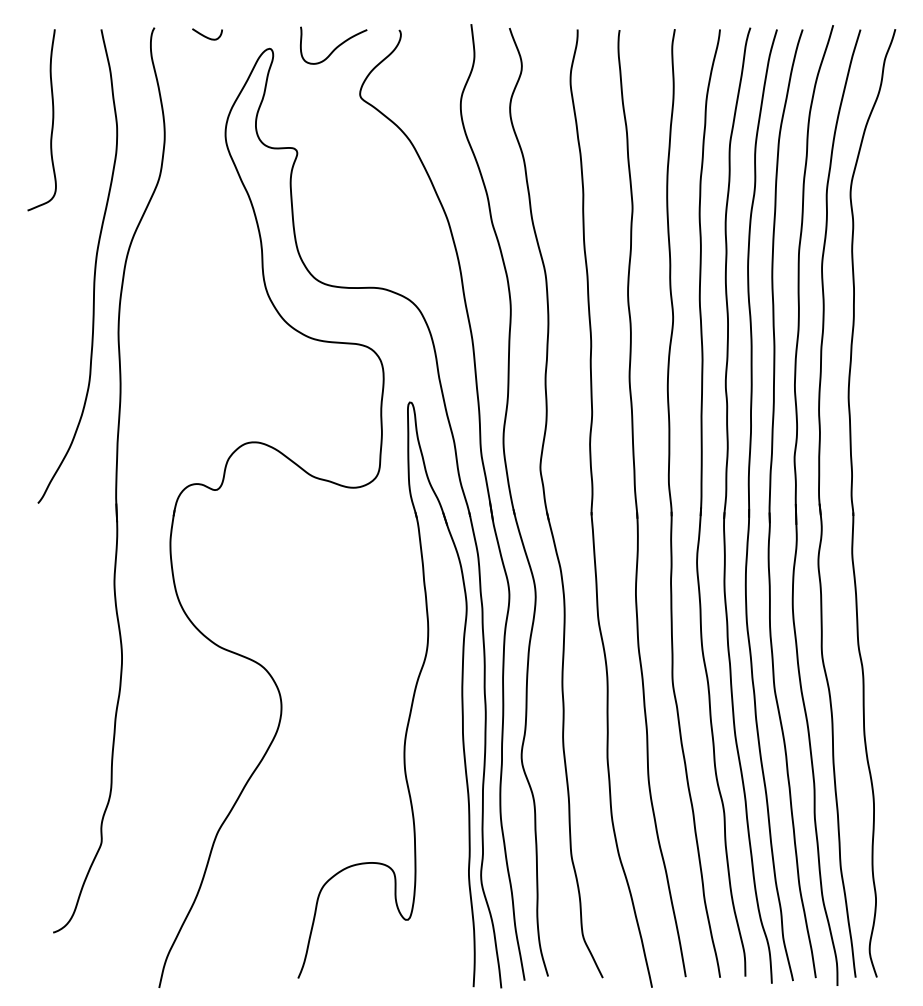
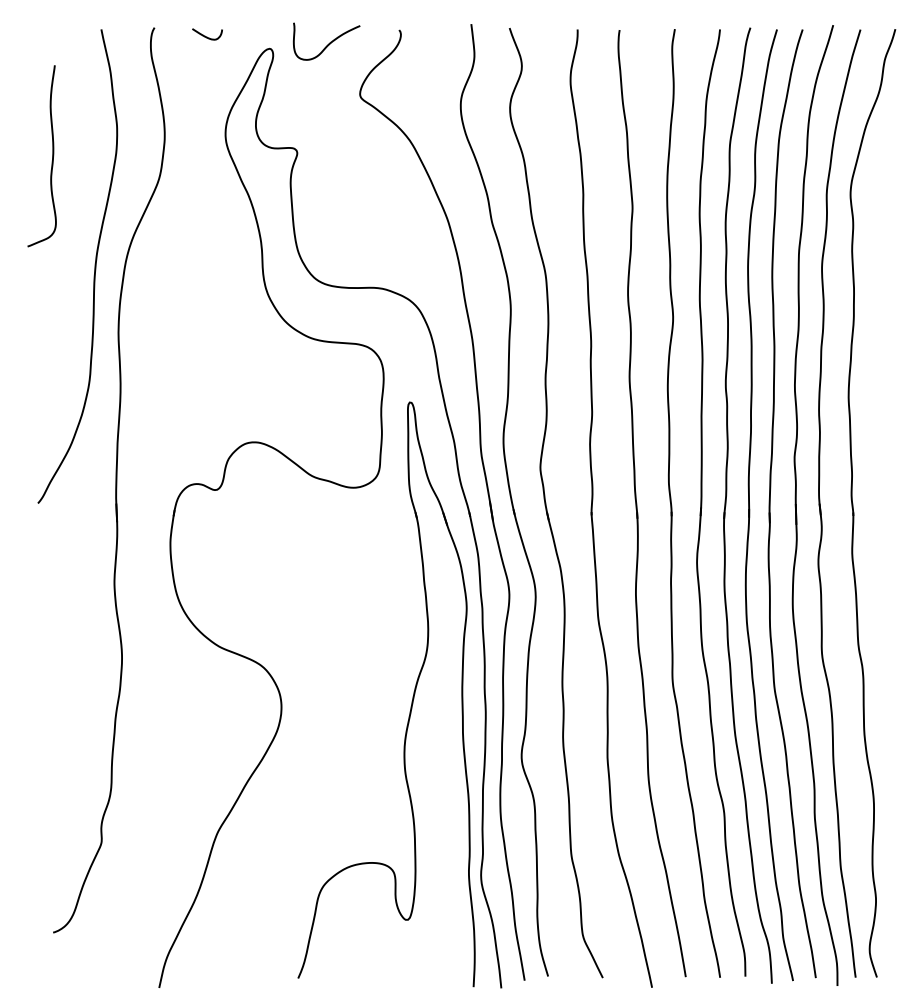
curve at (335, 47) position: (335, 47) -> (328, 43)
curve at (52, 120) position: (52, 120) -> (52, 156)
